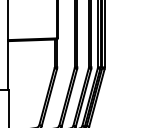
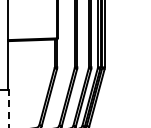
line at (9, 108): solid -> dashed
